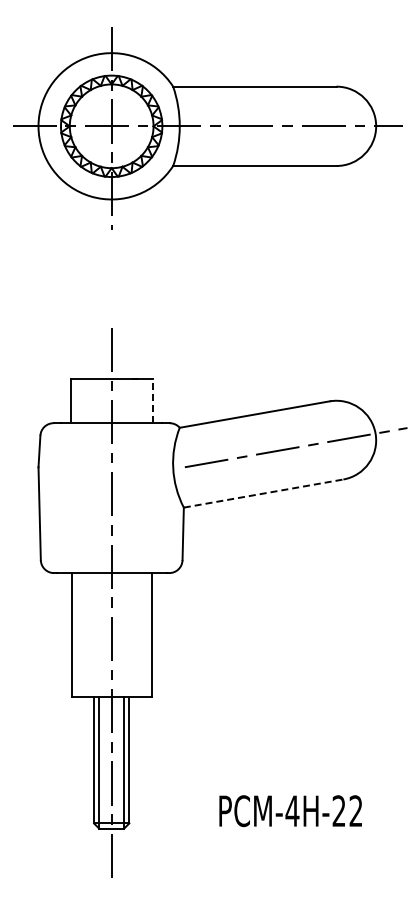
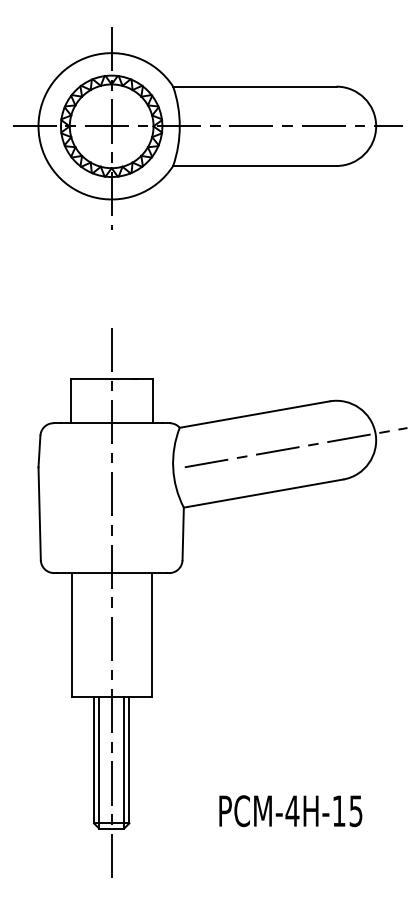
line at (152, 400): dashed -> solid
line at (263, 493): dashed -> solid
text at (347, 811): PCM-4H-22 -> PCM-4H-15
